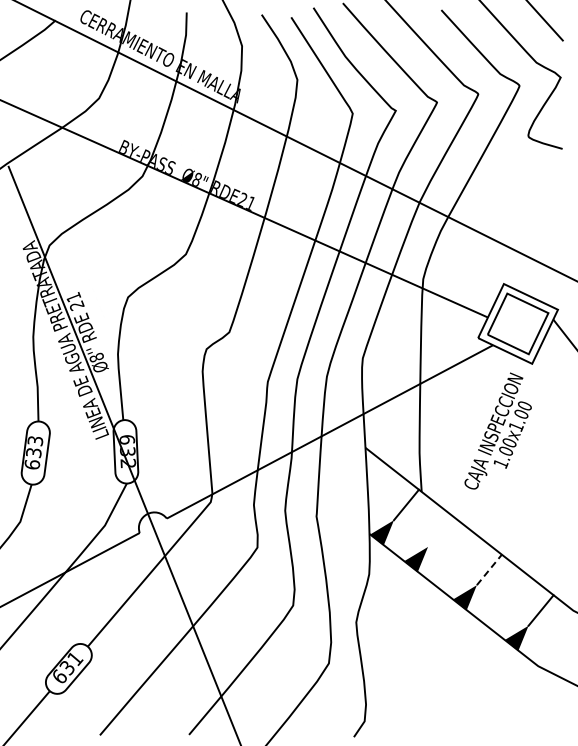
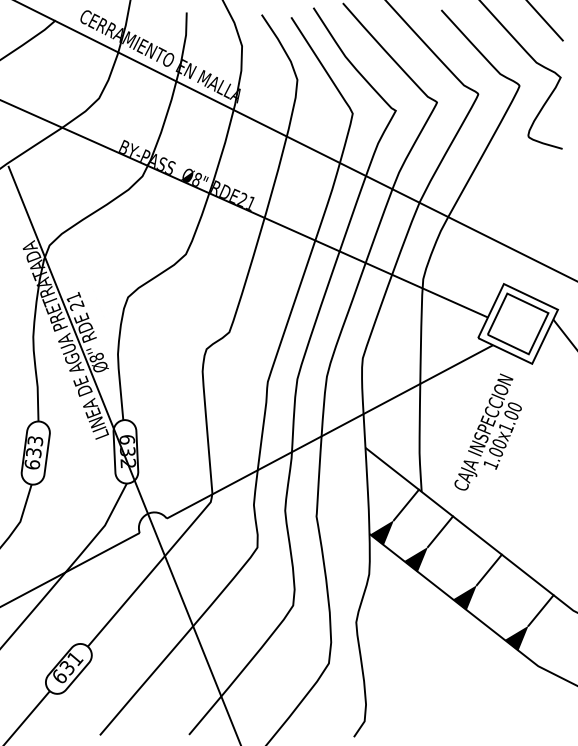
text at (497, 430) position: (497, 430) -> (487, 431)
line at (440, 531): none -> present
line at (489, 569): dashed -> solid
